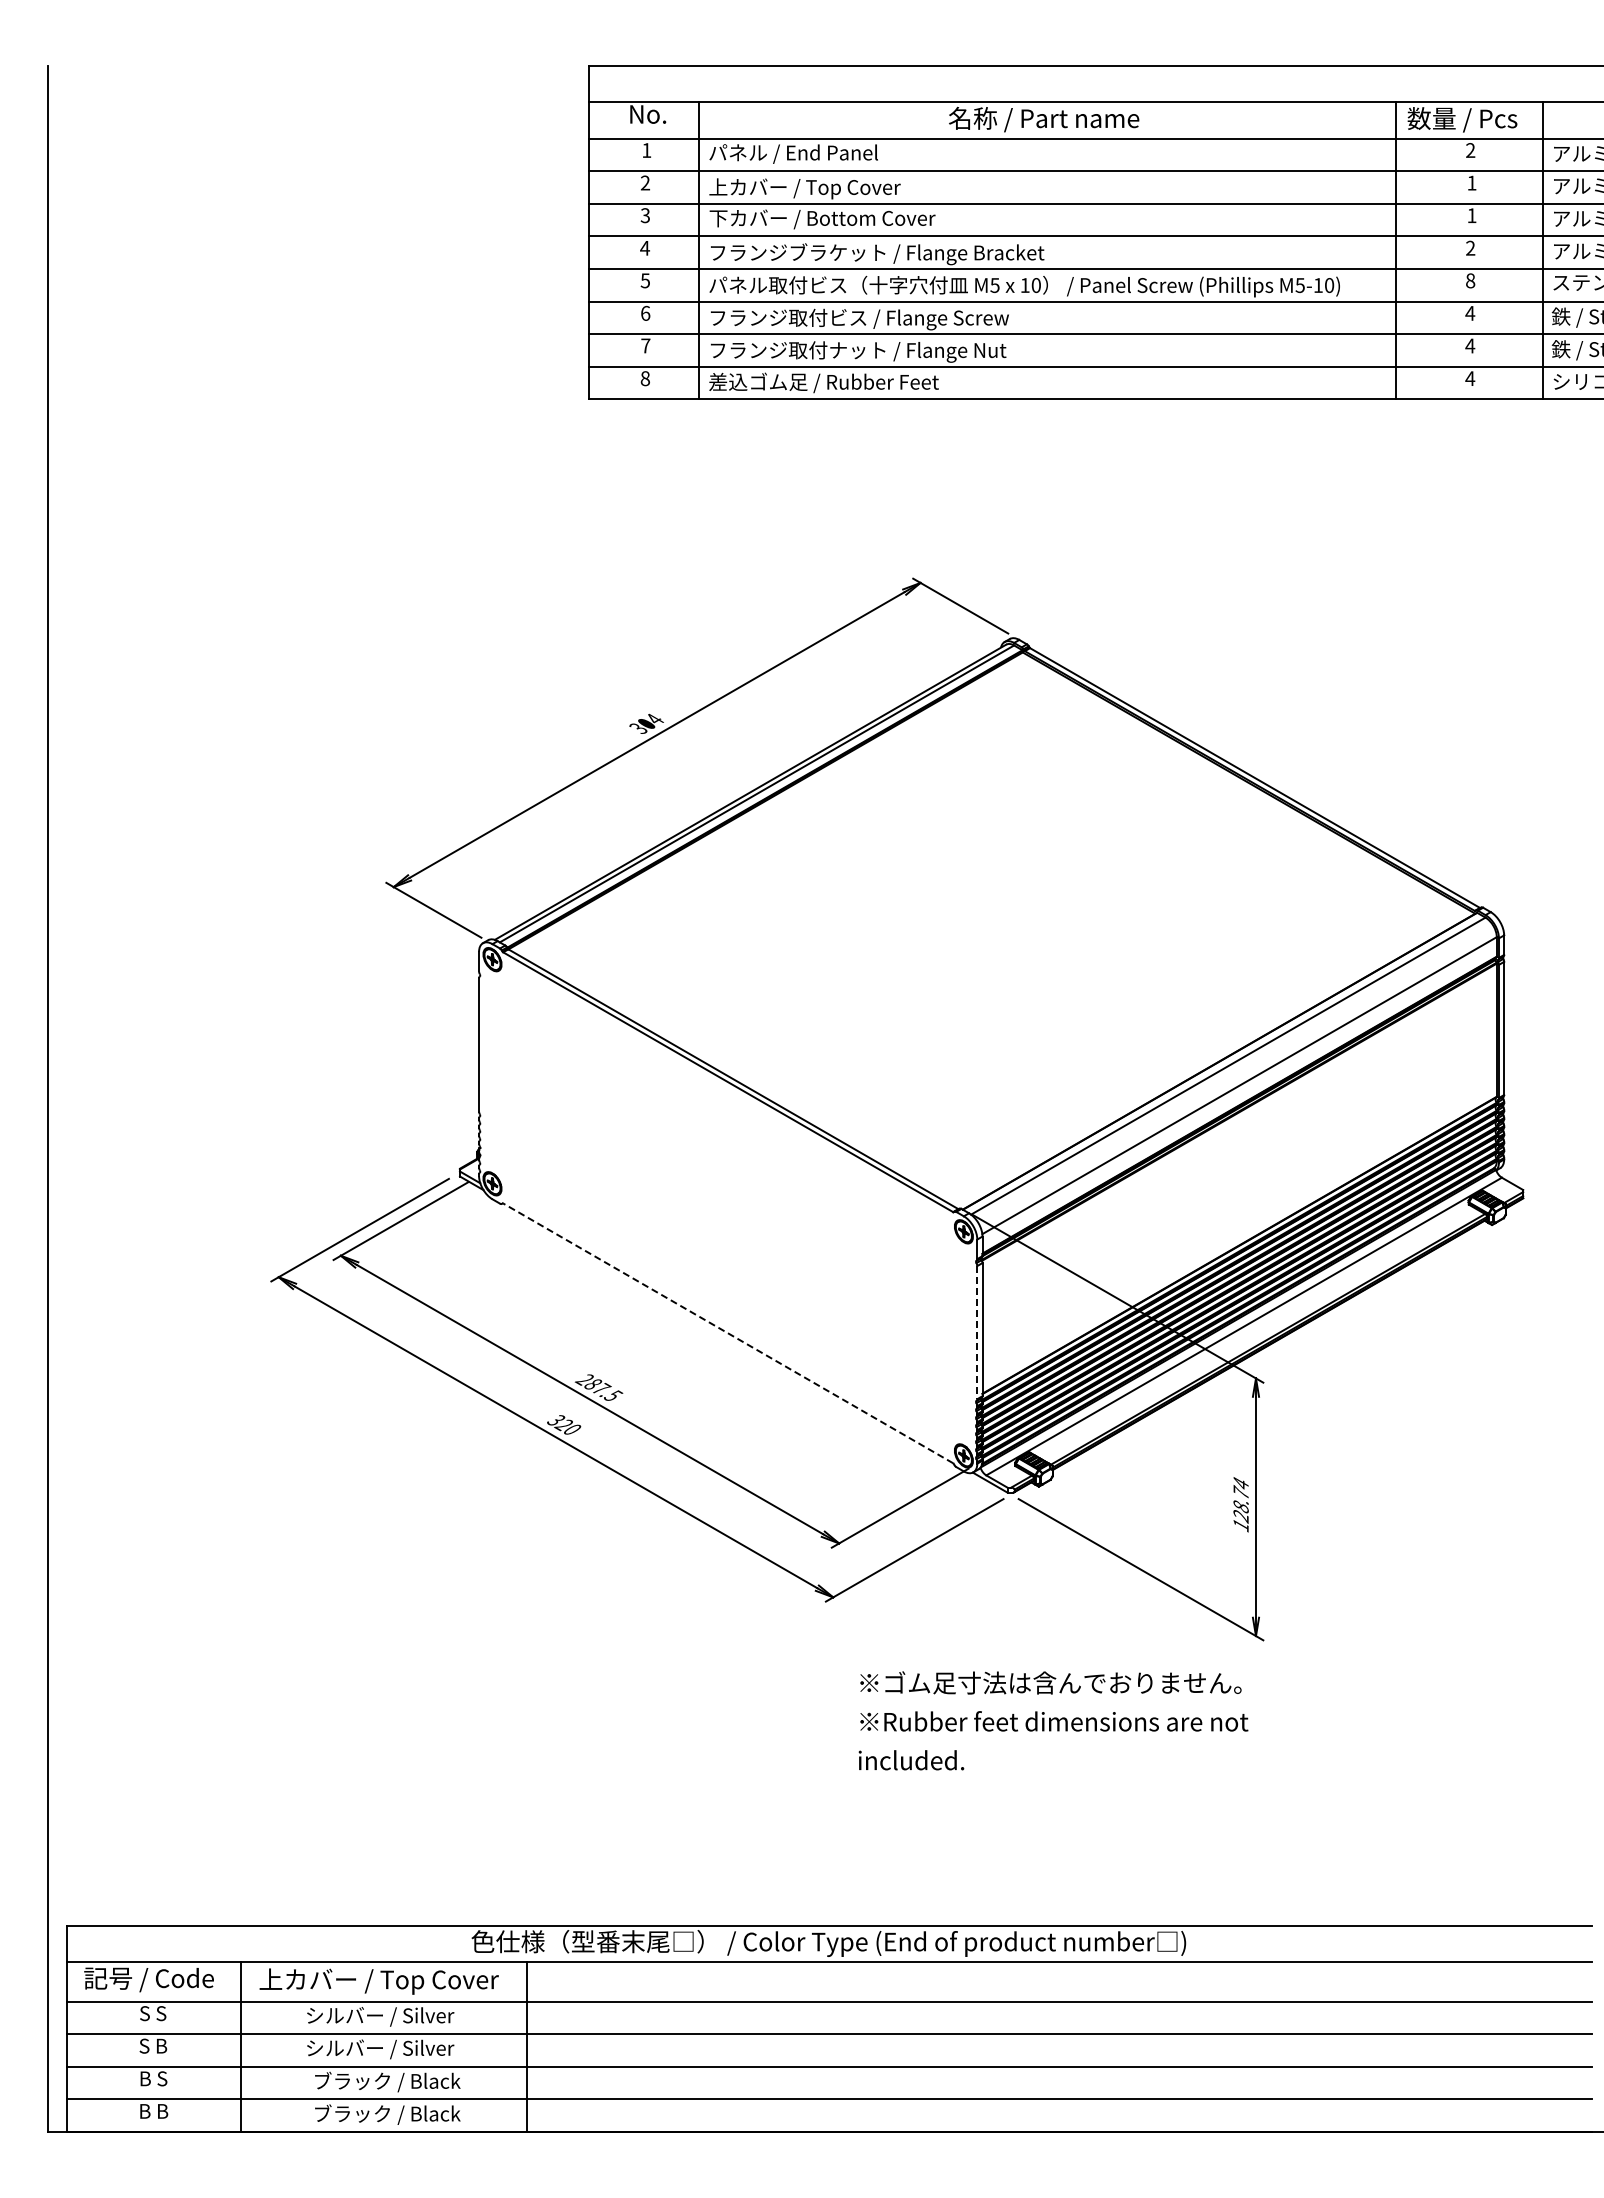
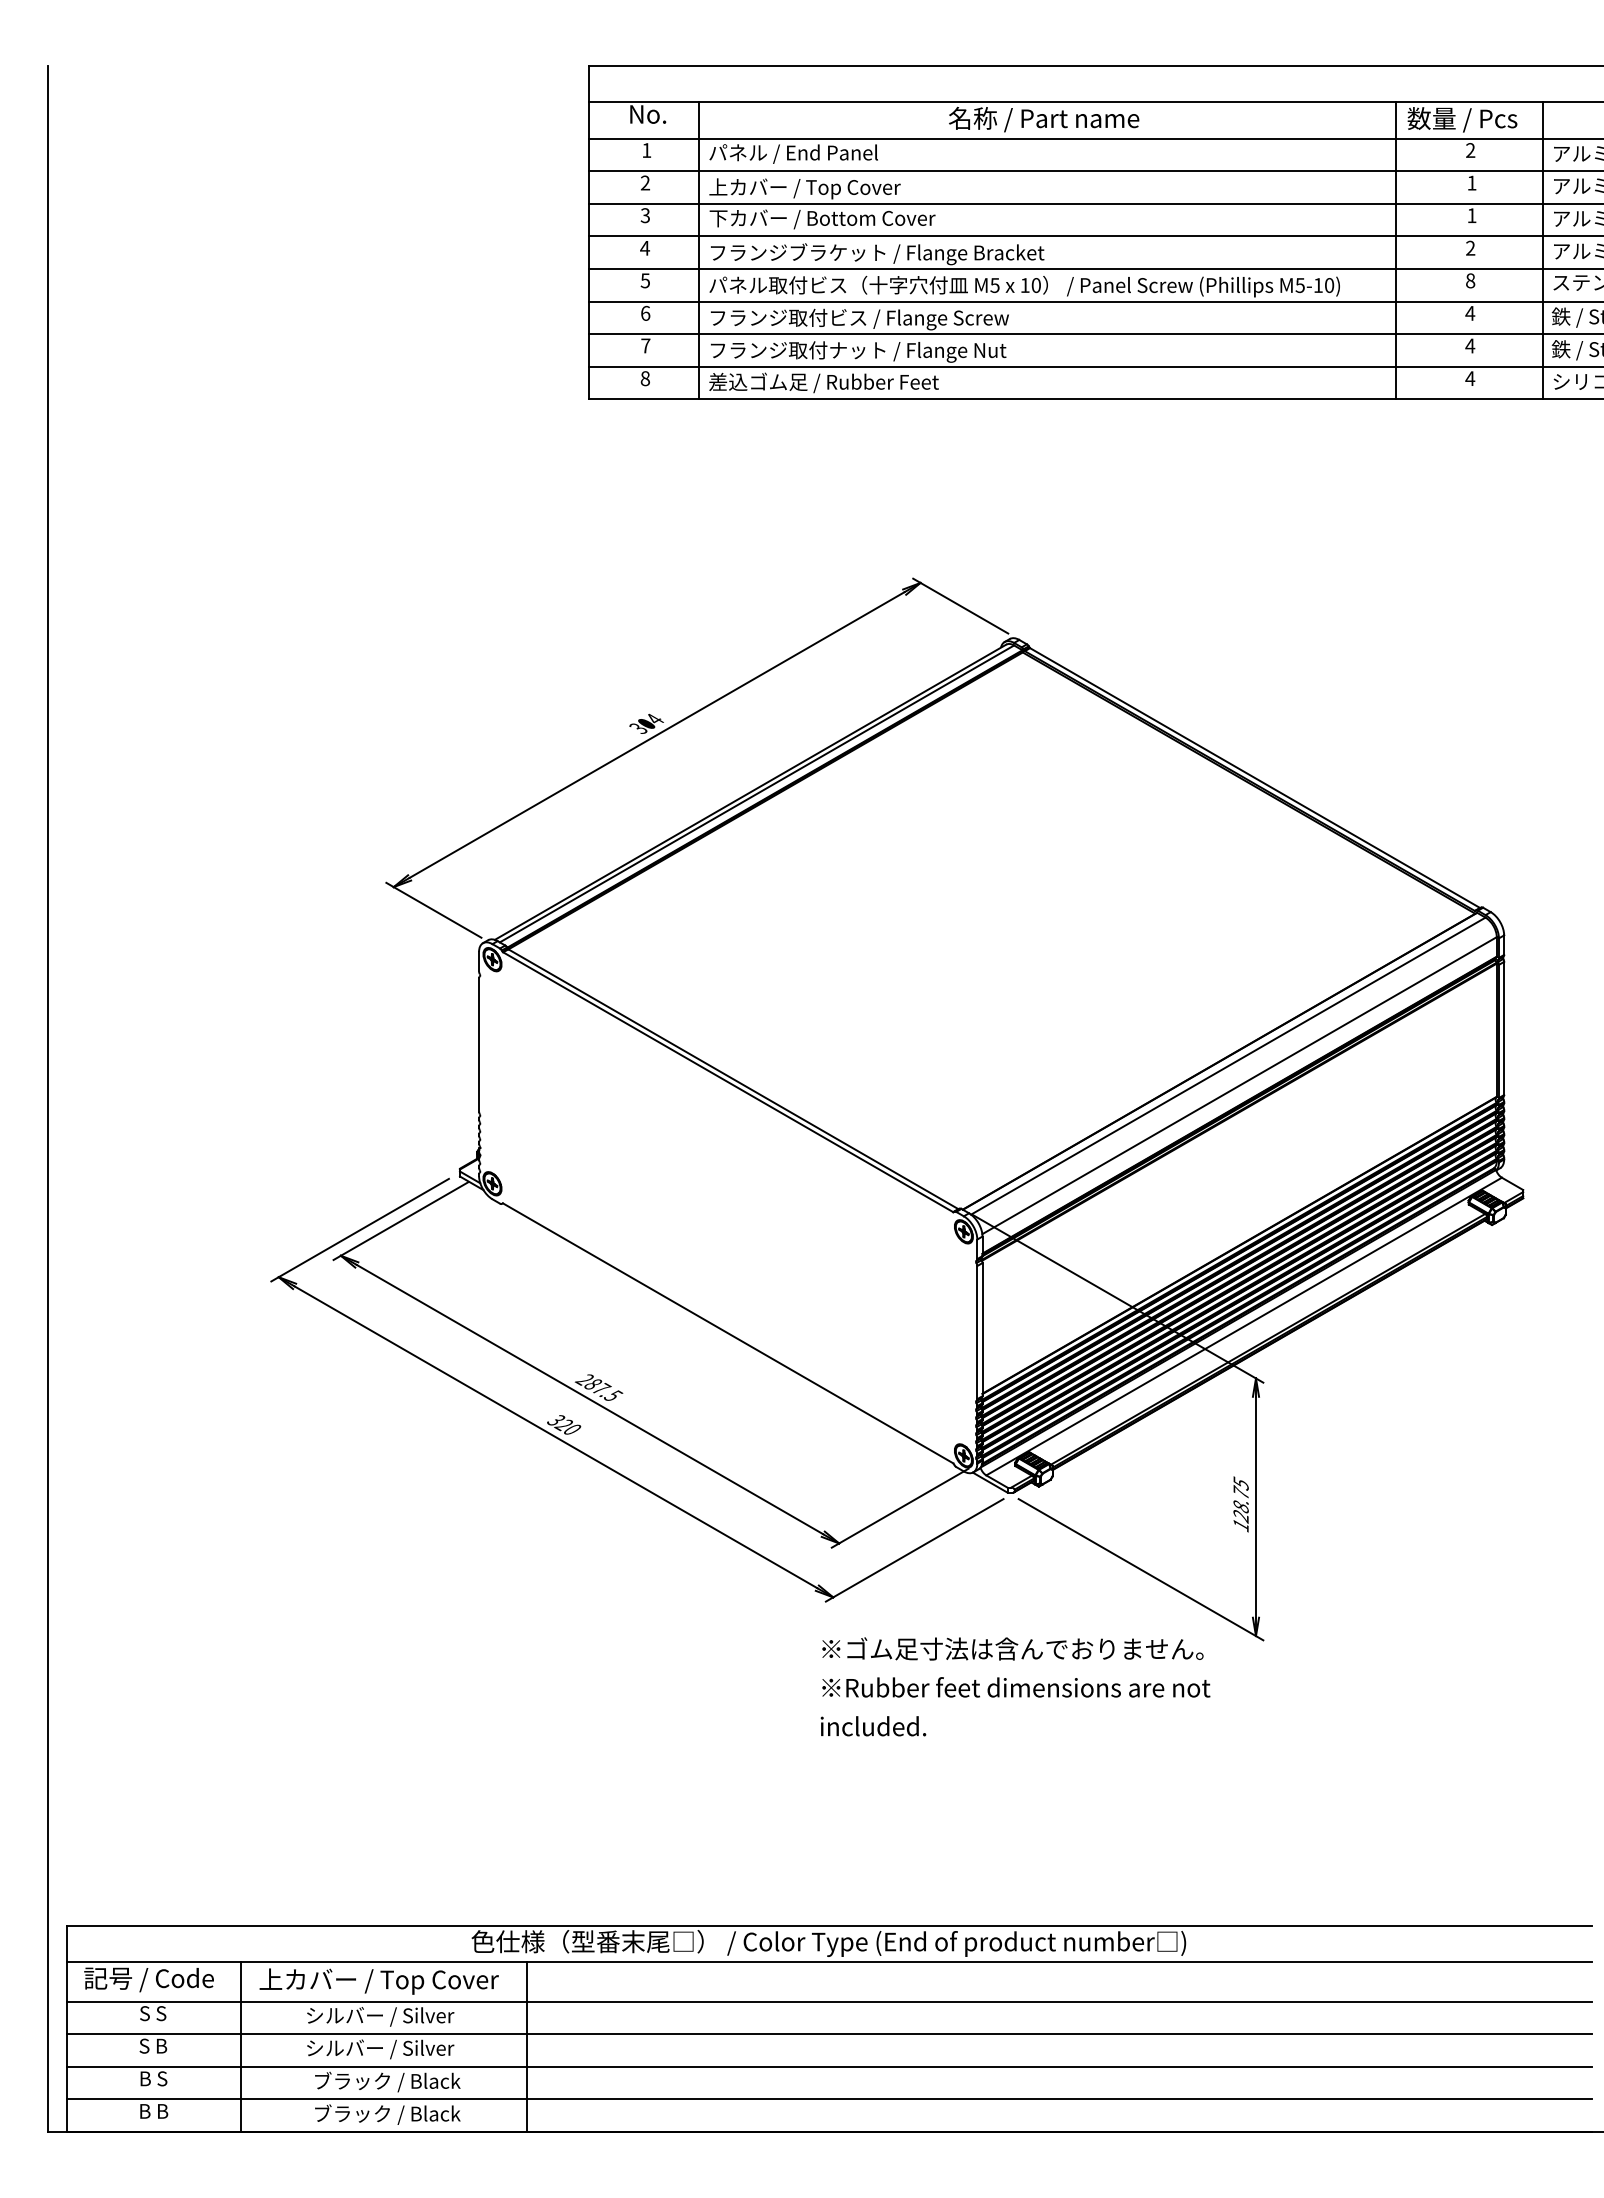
line at (977, 1332): dashed -> solid
line at (728, 1333): dashed -> solid
text at (1240, 1483): 128.74 -> 128.75
text at (1053, 1720) position: (1053, 1720) -> (1015, 1686)
